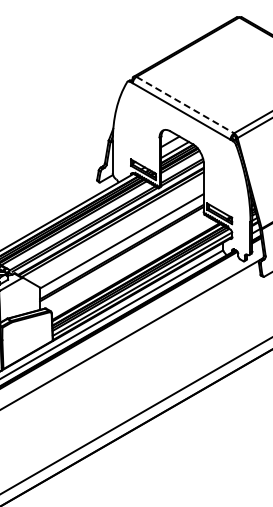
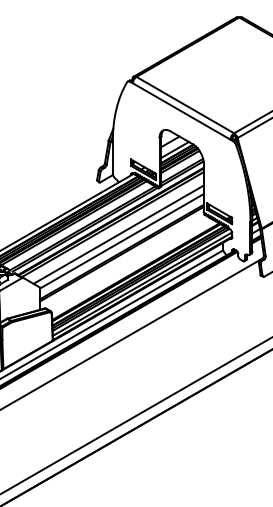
line at (185, 105): dashed -> solid
line at (118, 234): none -> present
